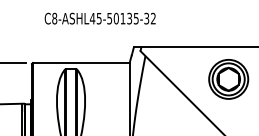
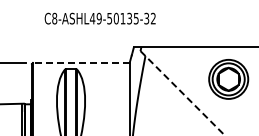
text at (98, 17): C8-ASHL45-50135-32 -> C8-ASHL49-50135-32
line at (80, 63): solid -> dashed
line at (182, 93): solid -> dashed
